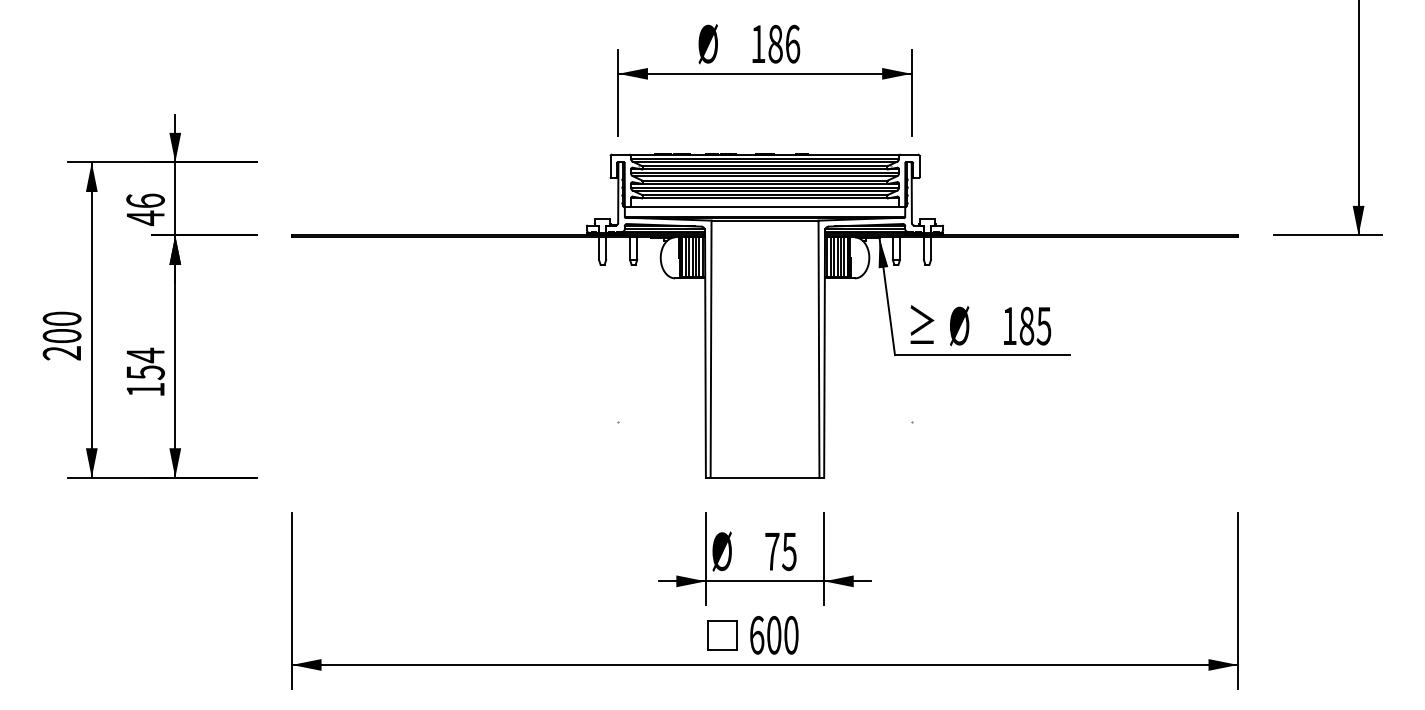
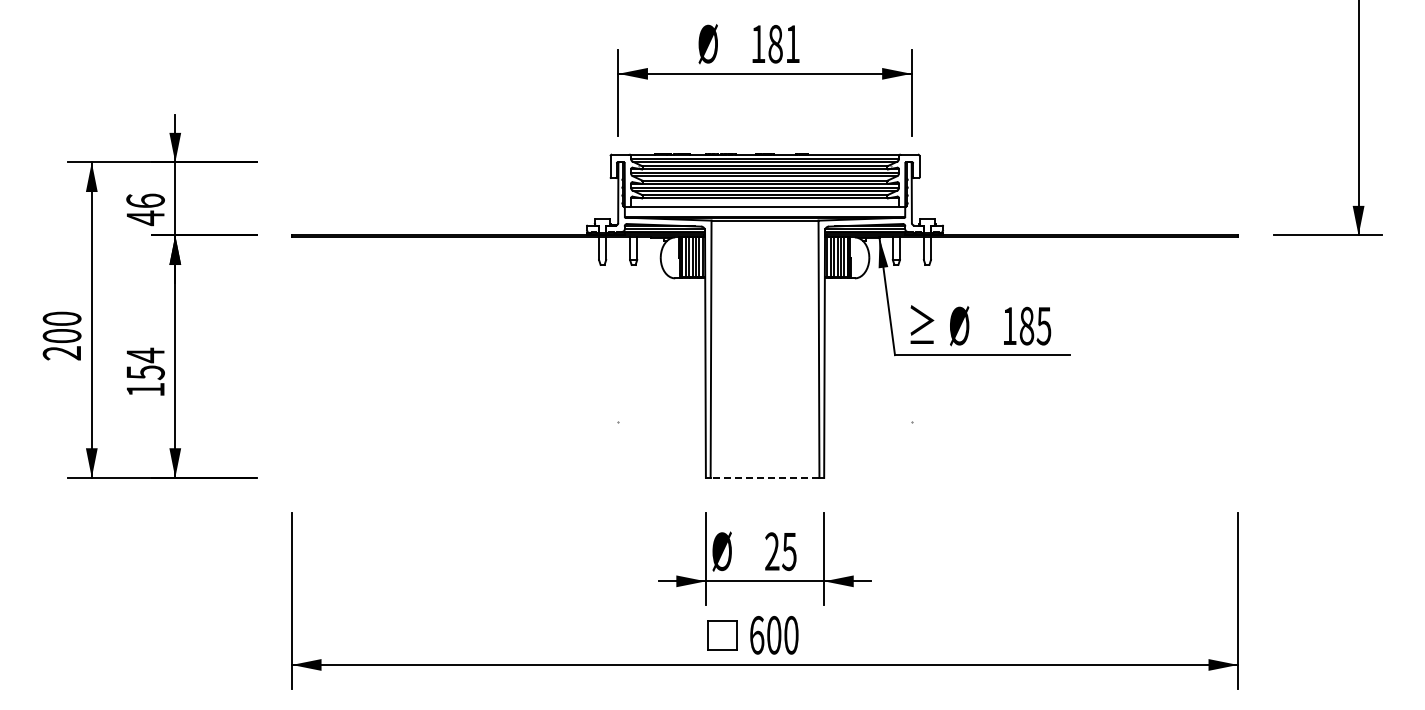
text at (793, 43): 186 -> 181
line at (764, 477): solid -> dashed
text at (772, 551): 75 -> 25
